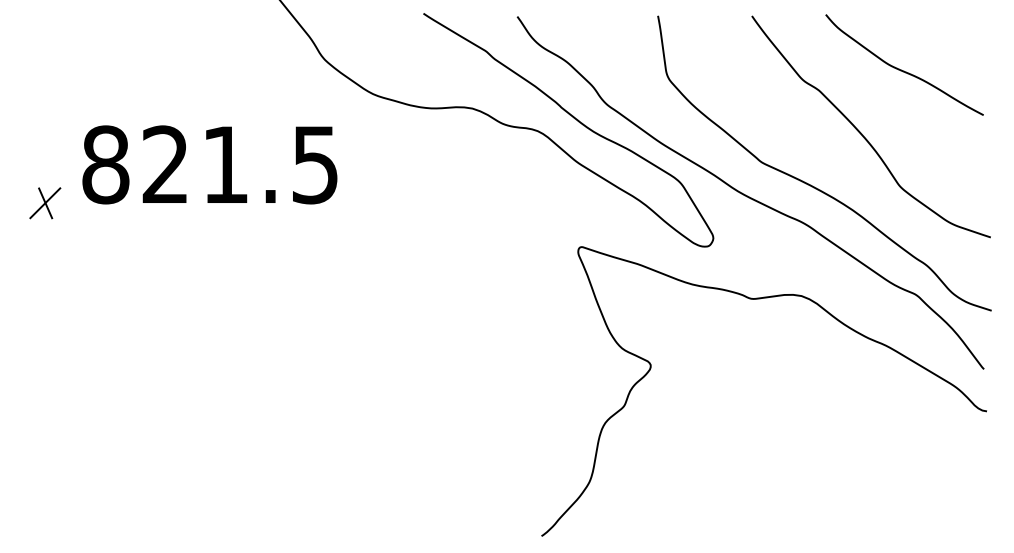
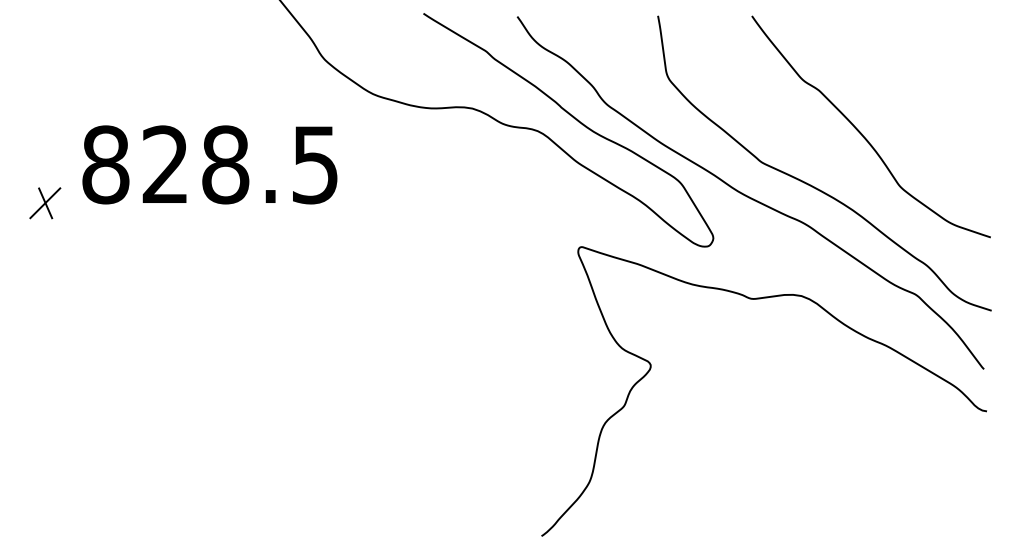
curve at (901, 69): present -> none
text at (225, 164): 821.5 -> 828.5
